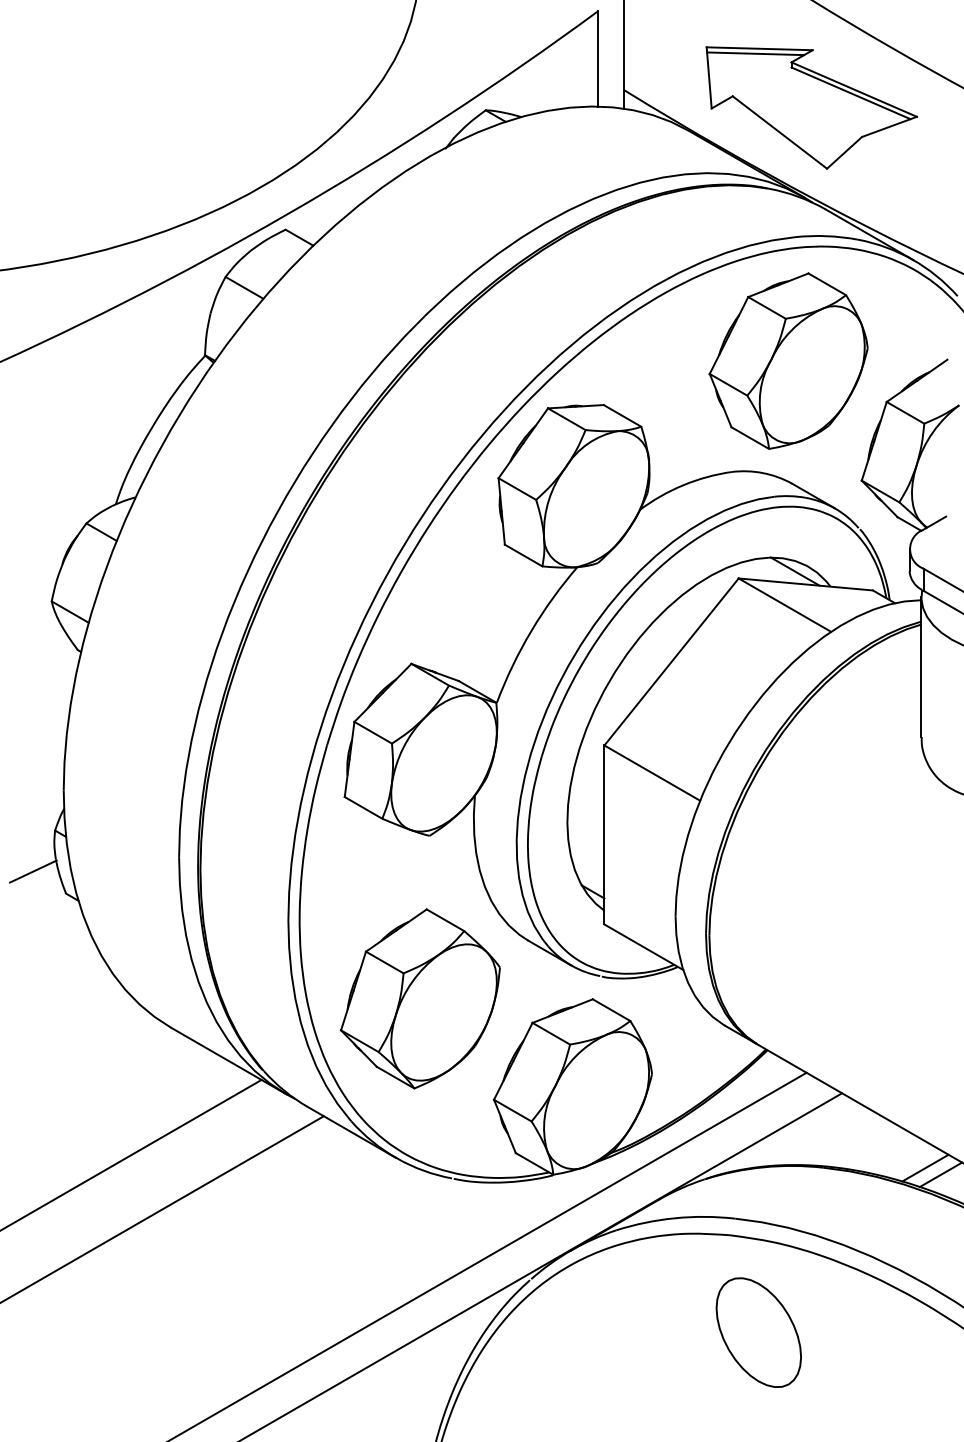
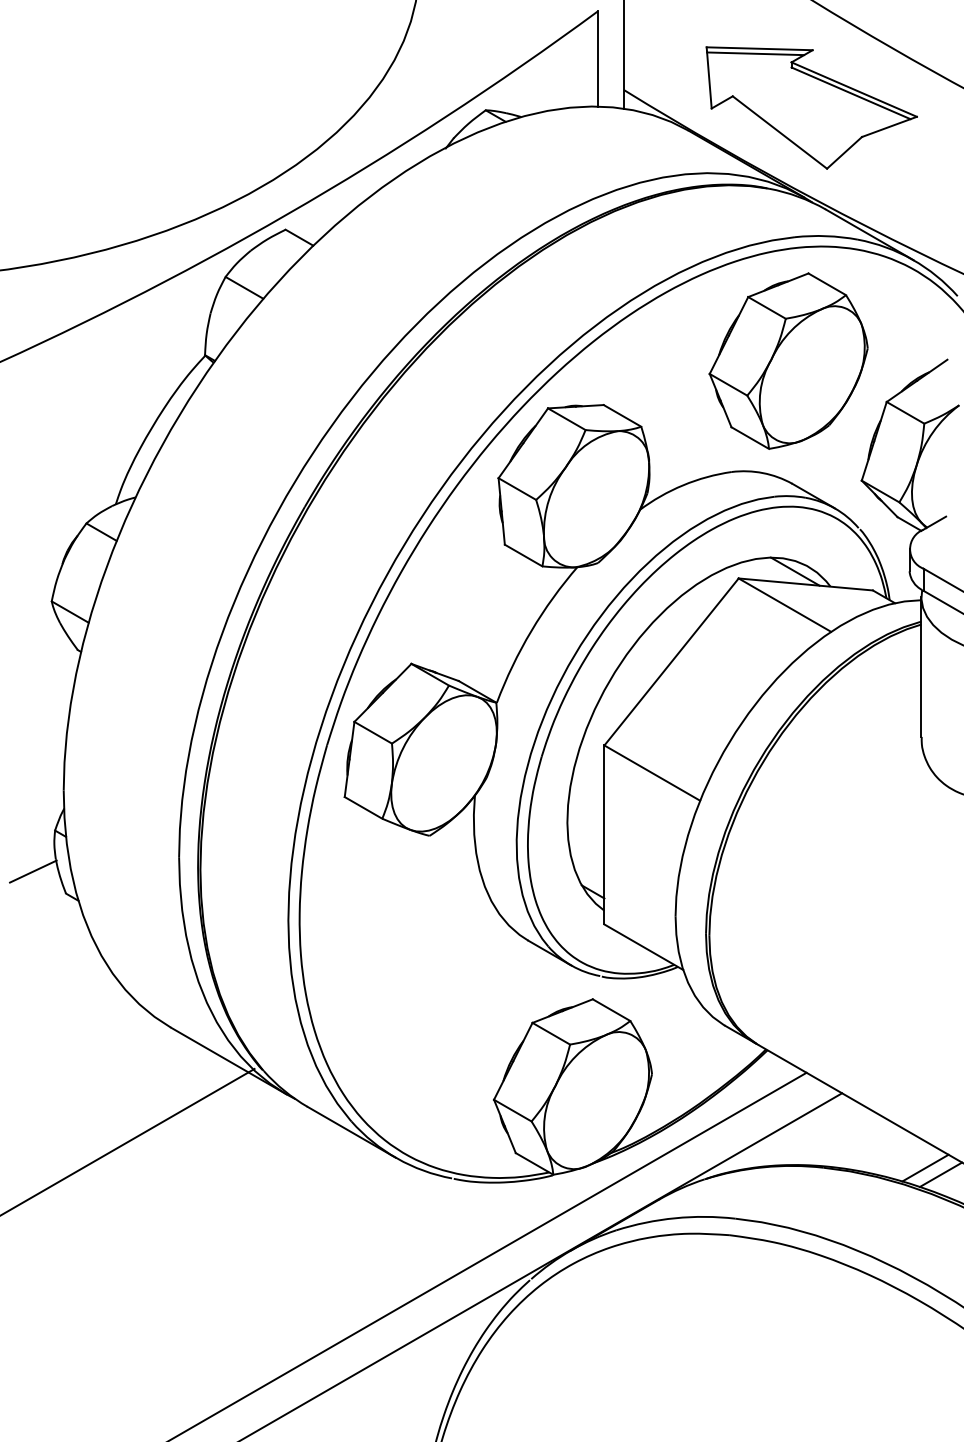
part at (419, 998): present -> none
line at (131, 1154) position: (131, 1154) -> (128, 1141)
line at (162, 1208): present -> none
part at (758, 1332): present -> none
